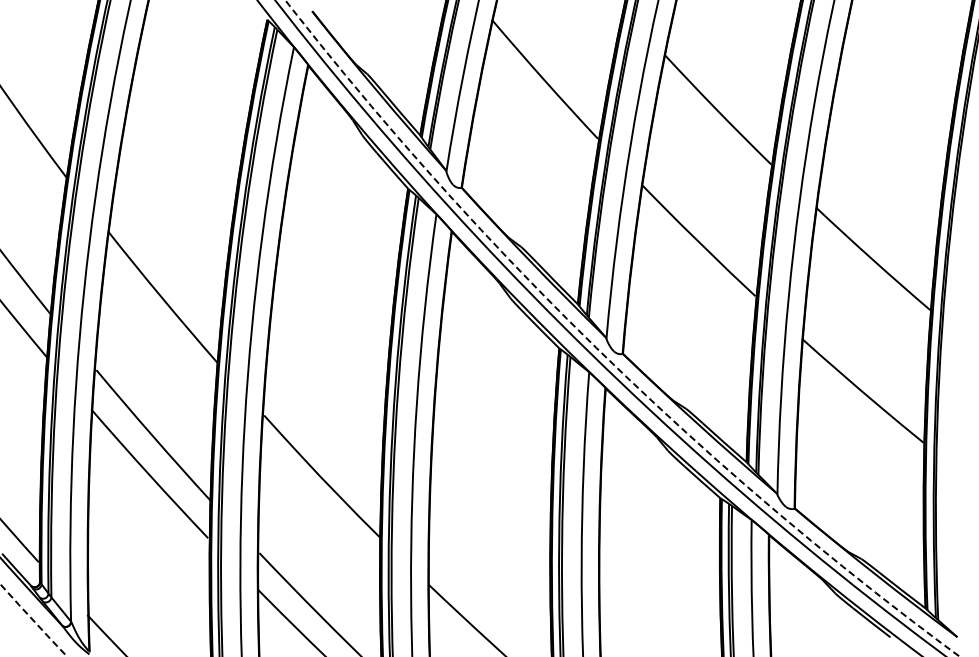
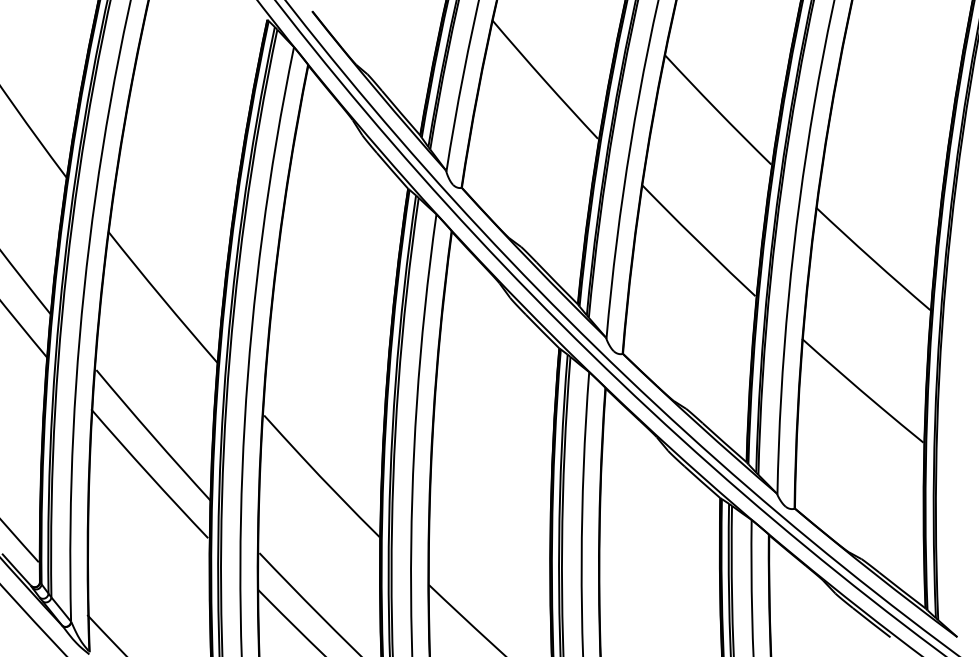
circle at (622, 328): dashed -> solid
arc at (33, 620): dashed -> solid
